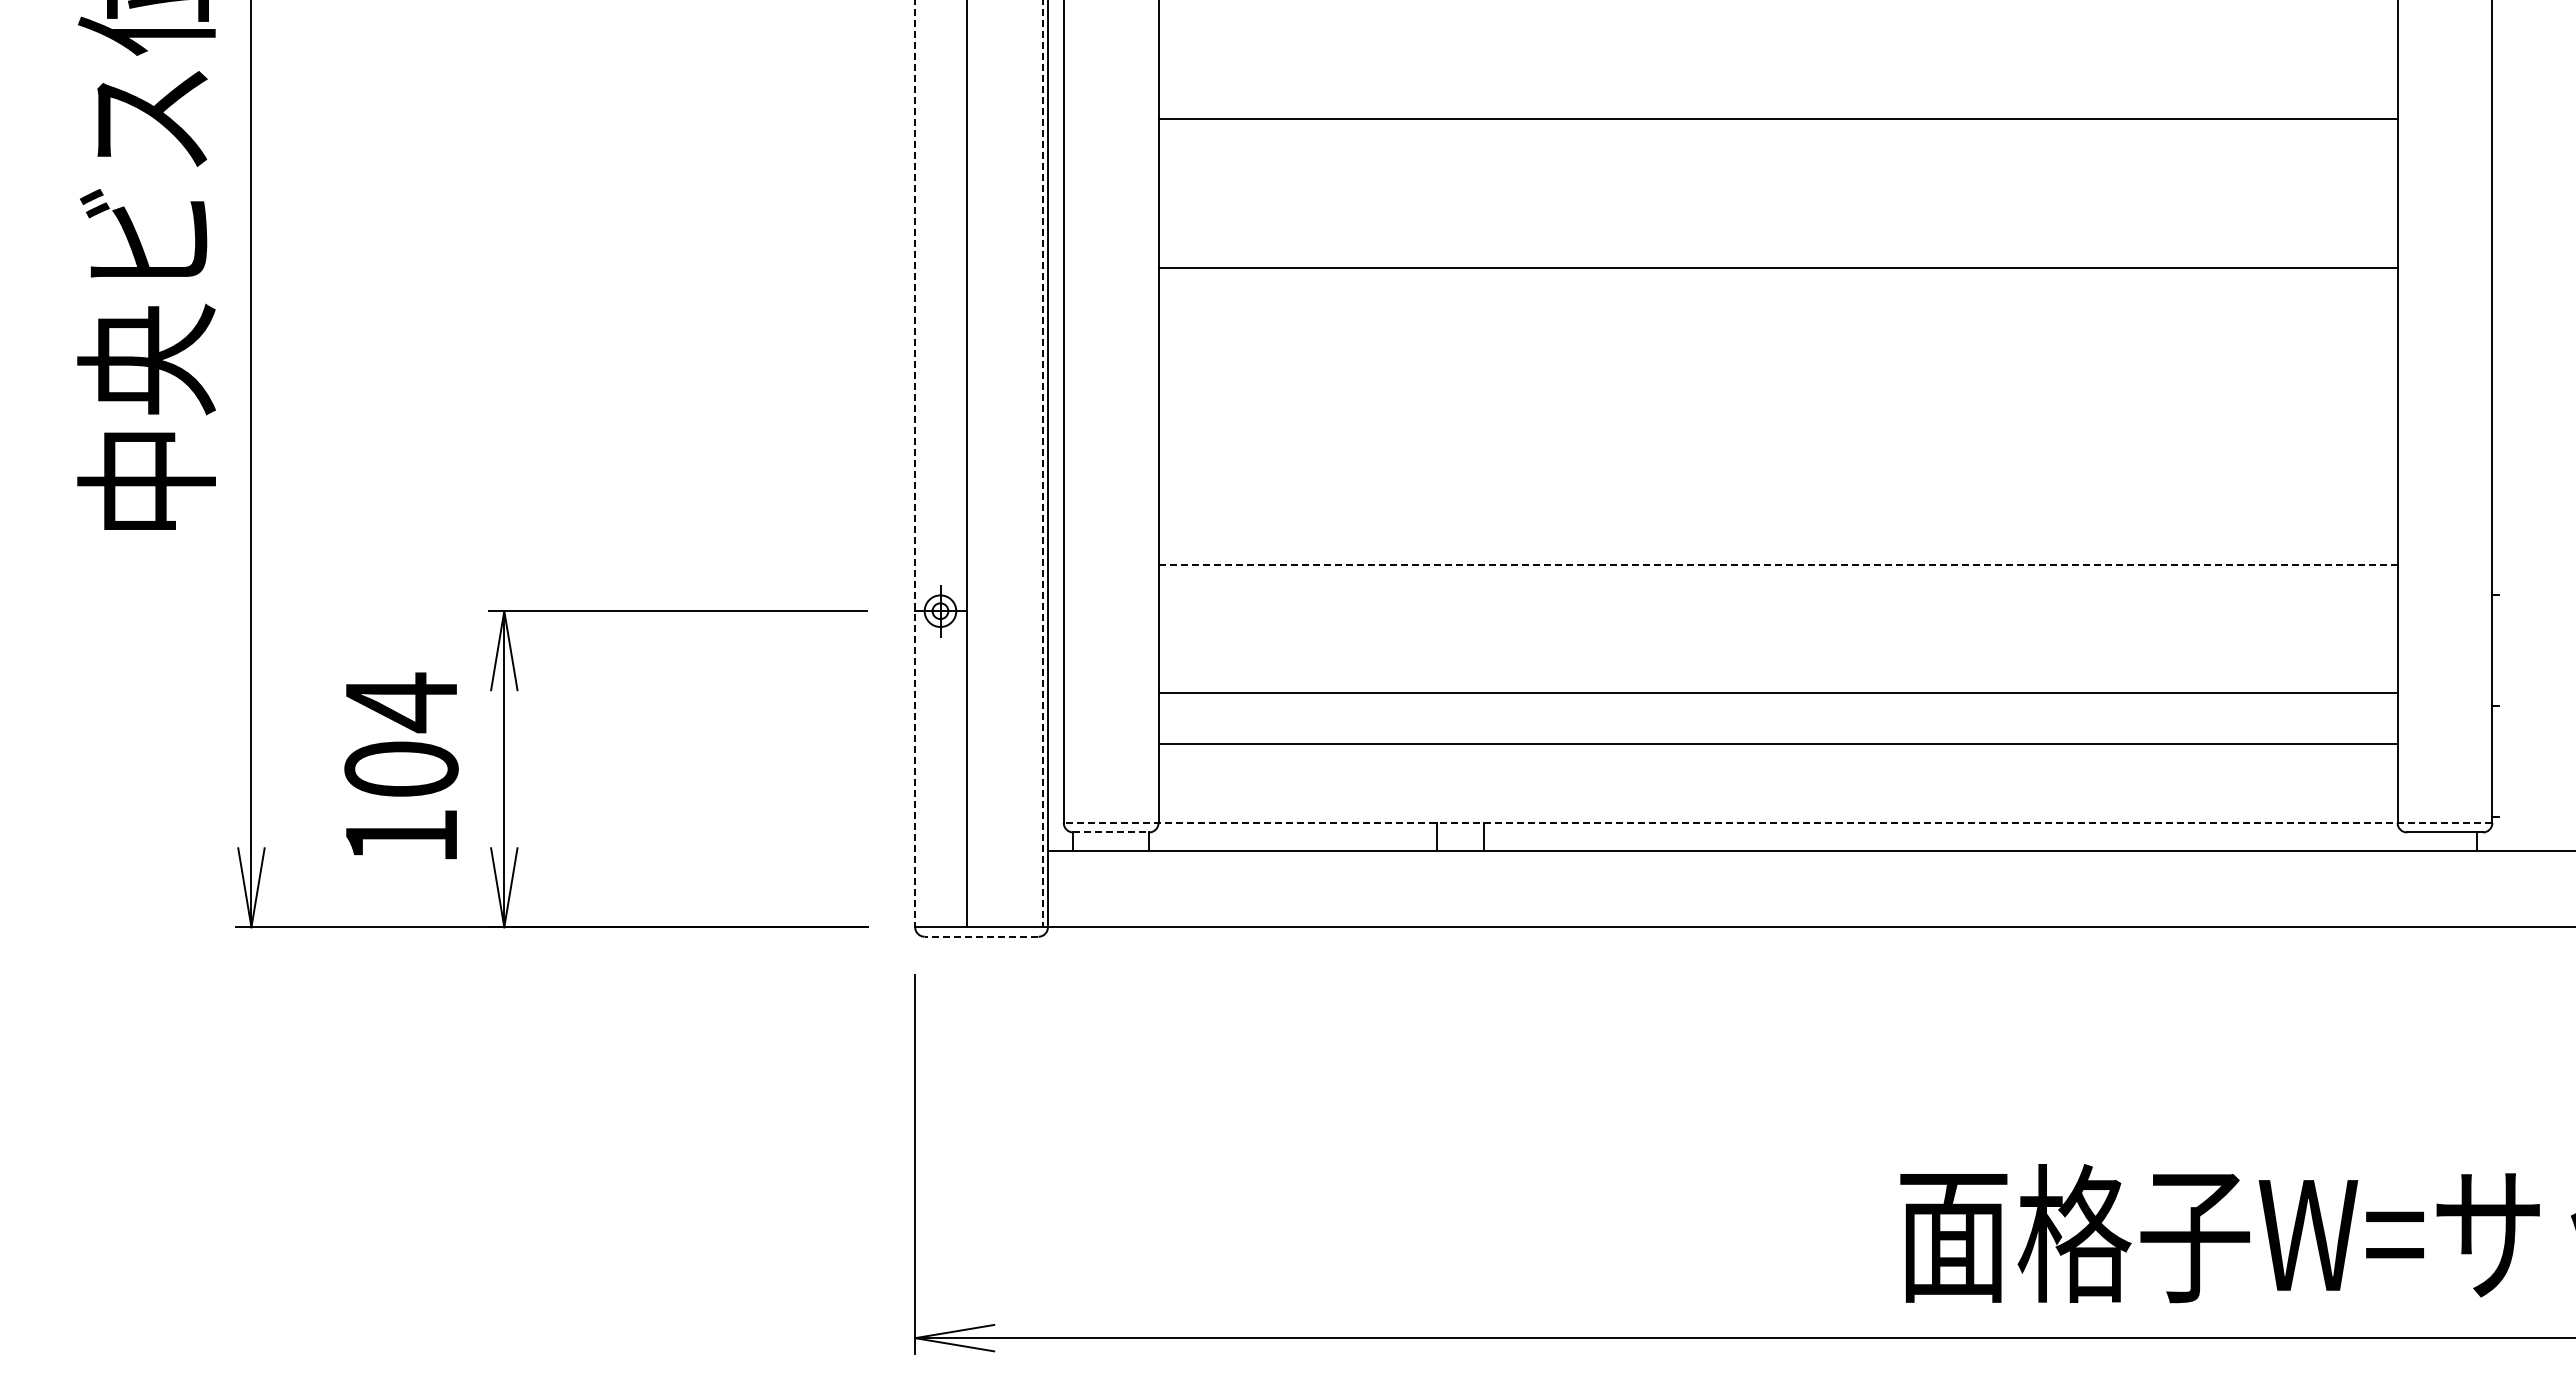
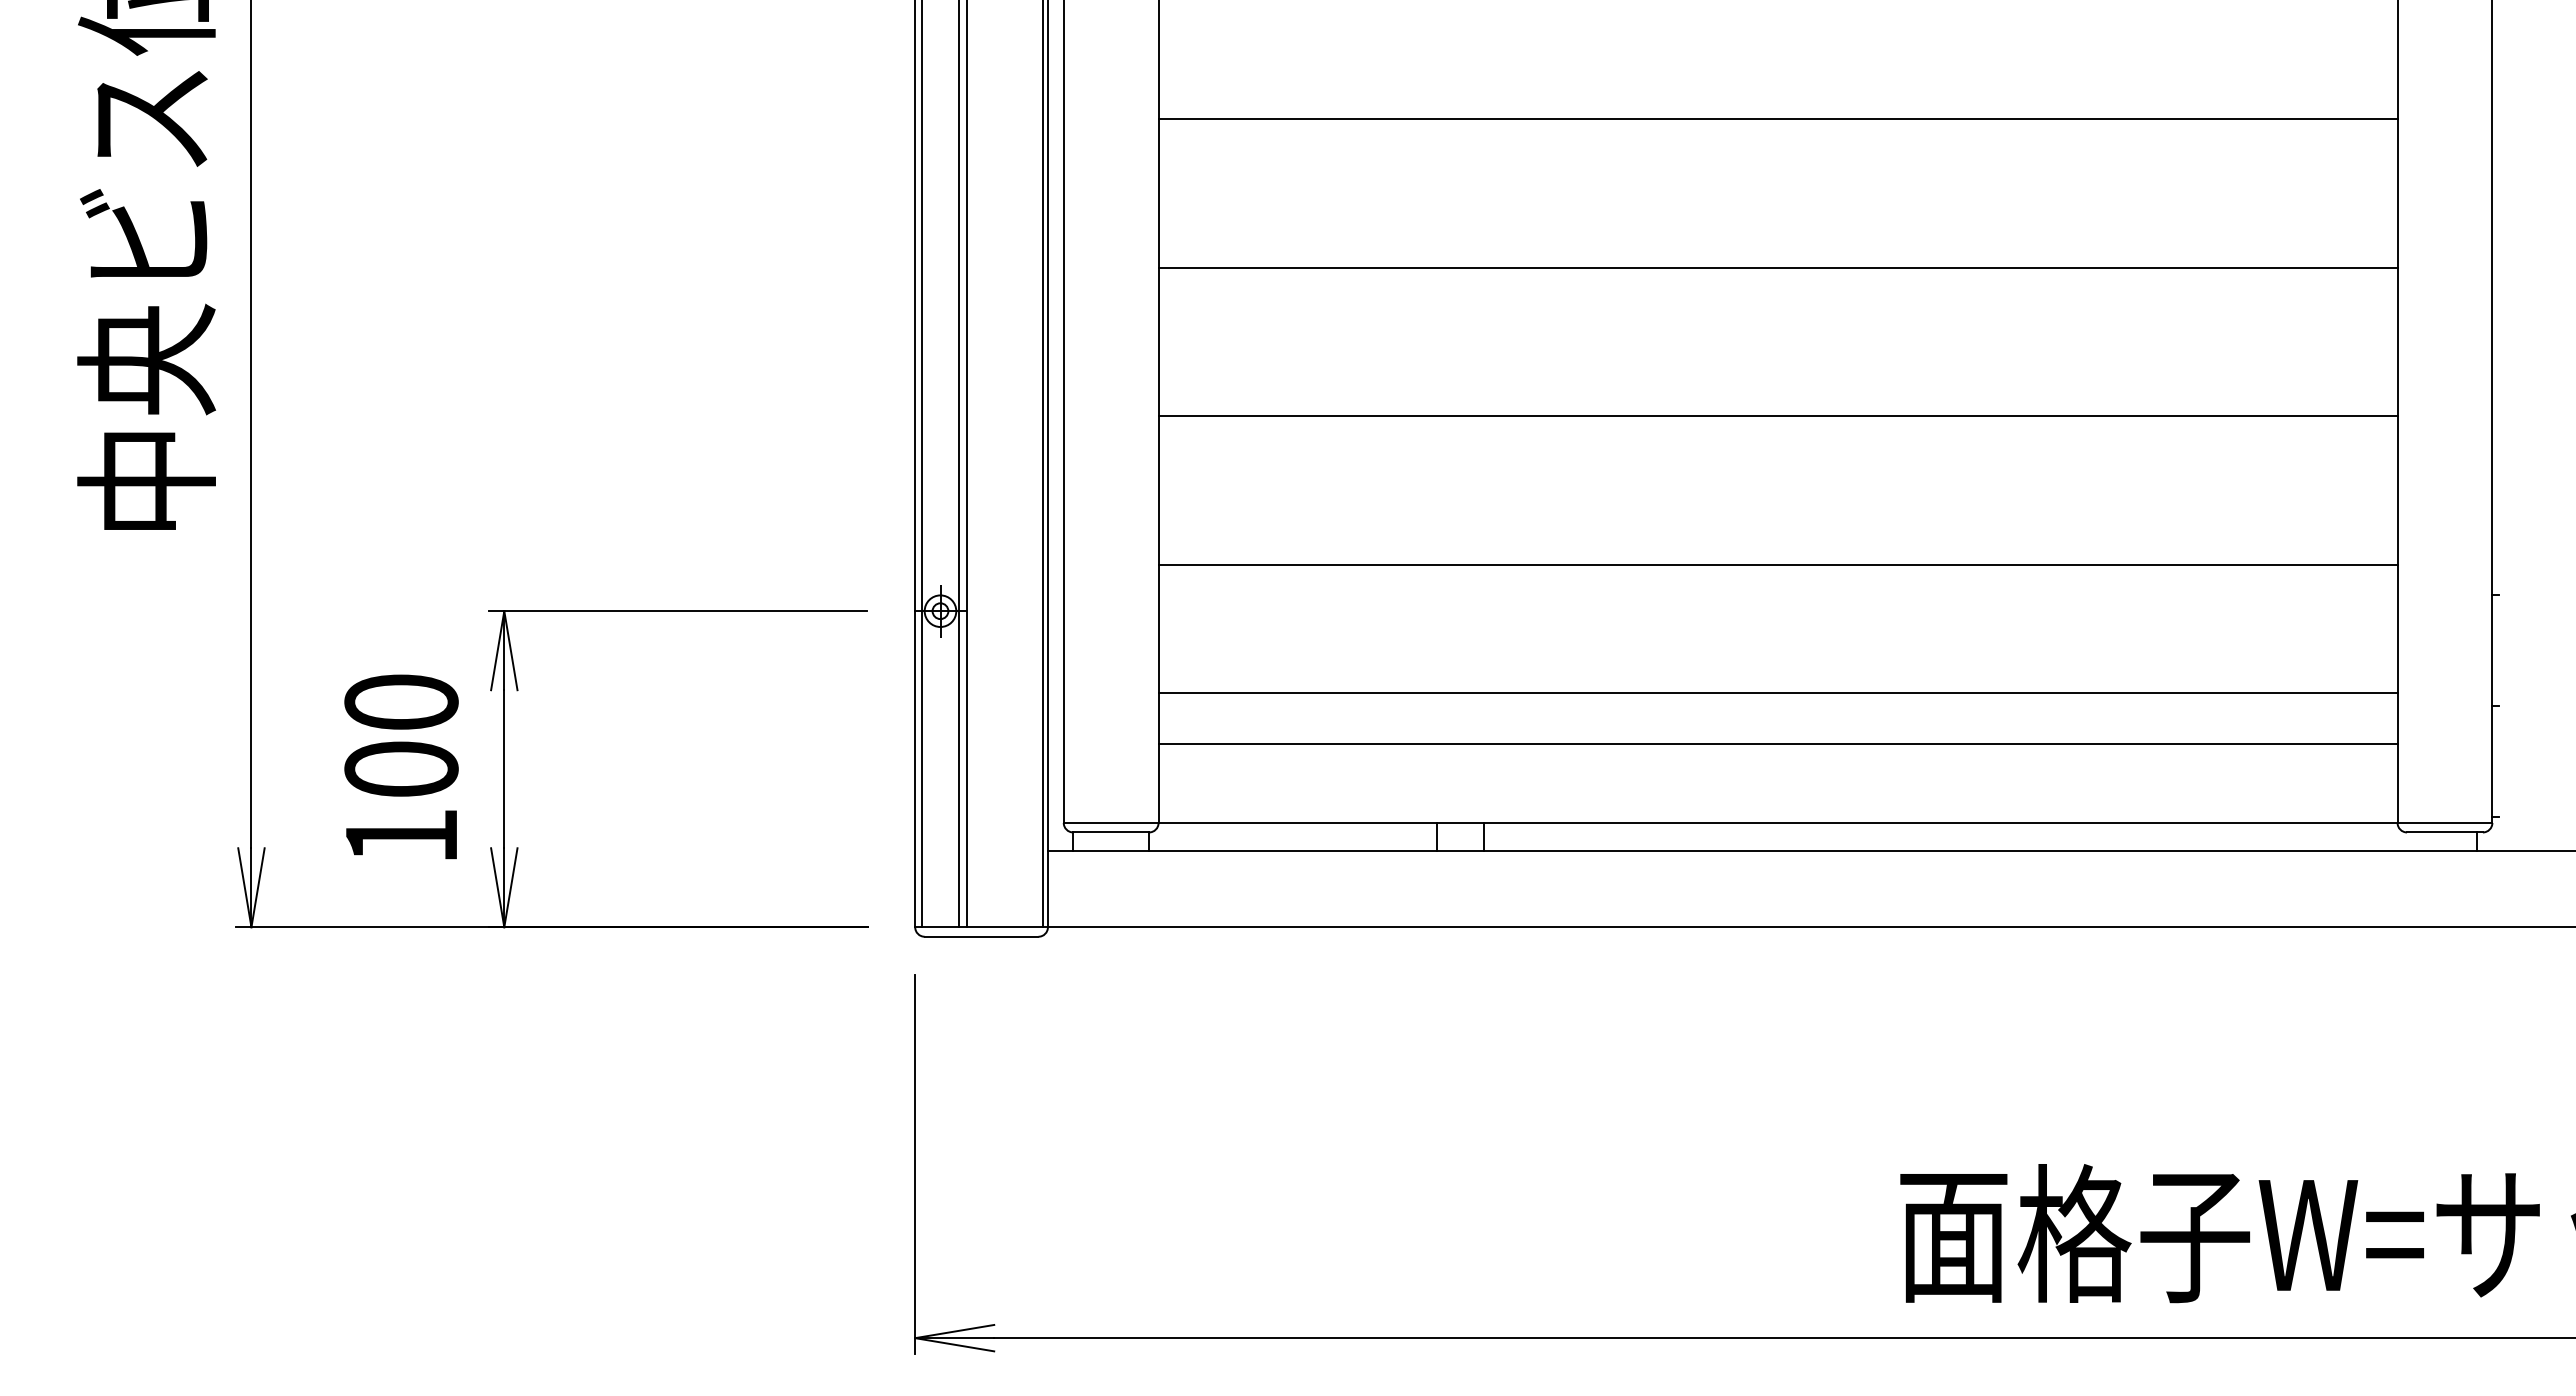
line at (1777, 416): none -> present
line at (915, 464): dashed -> solid
line at (921, 464): none -> present
line at (959, 464): none -> present
line at (1043, 464): dashed -> solid
line at (1778, 565): dashed -> solid
text at (401, 702): 104 -> 100
line at (1777, 822): dashed -> solid
line at (1111, 832): dashed -> solid
line at (981, 936): dashed -> solid
